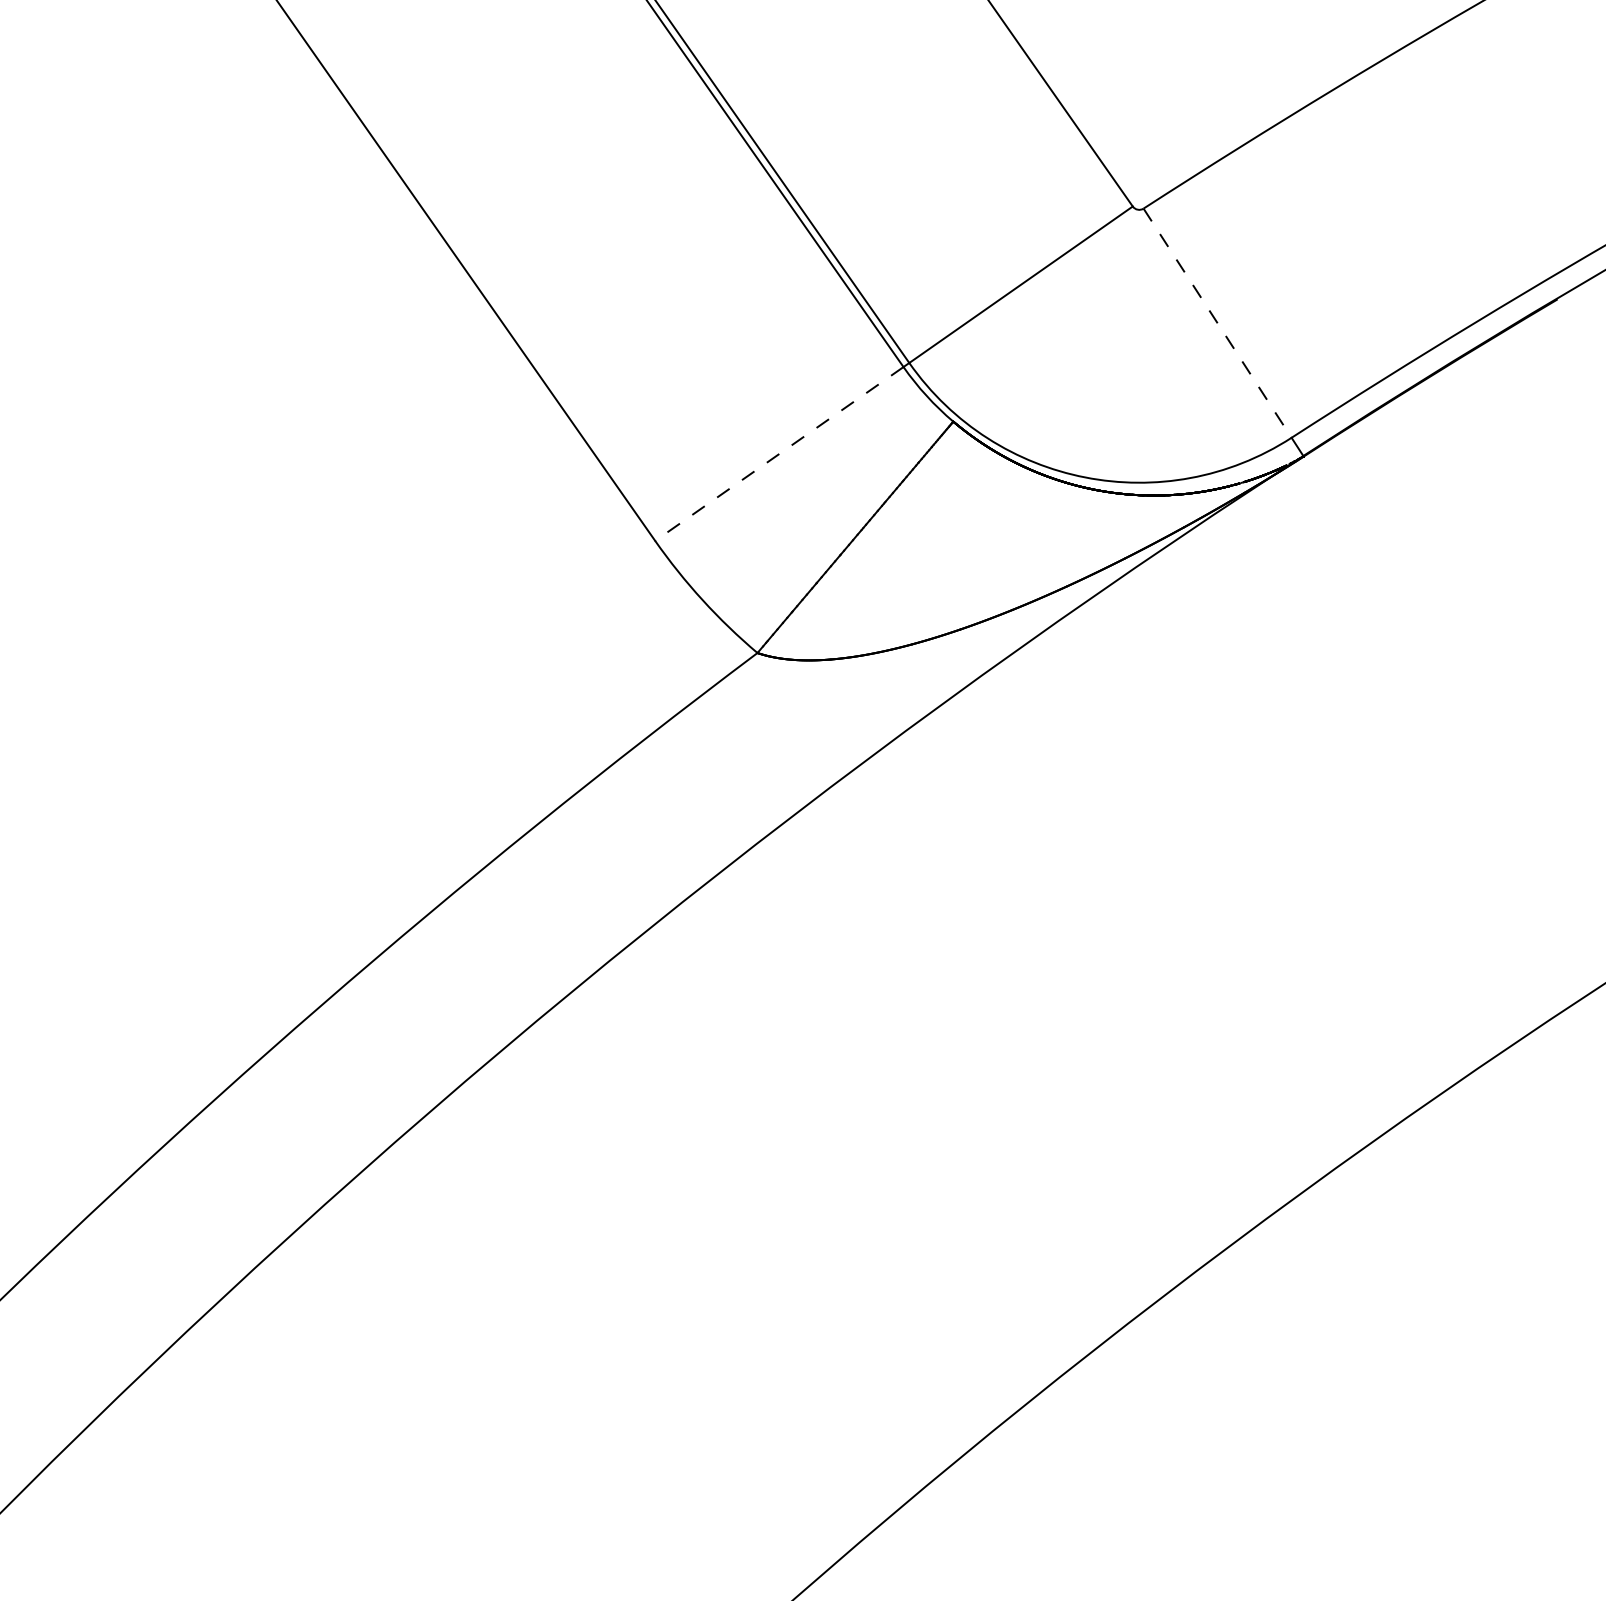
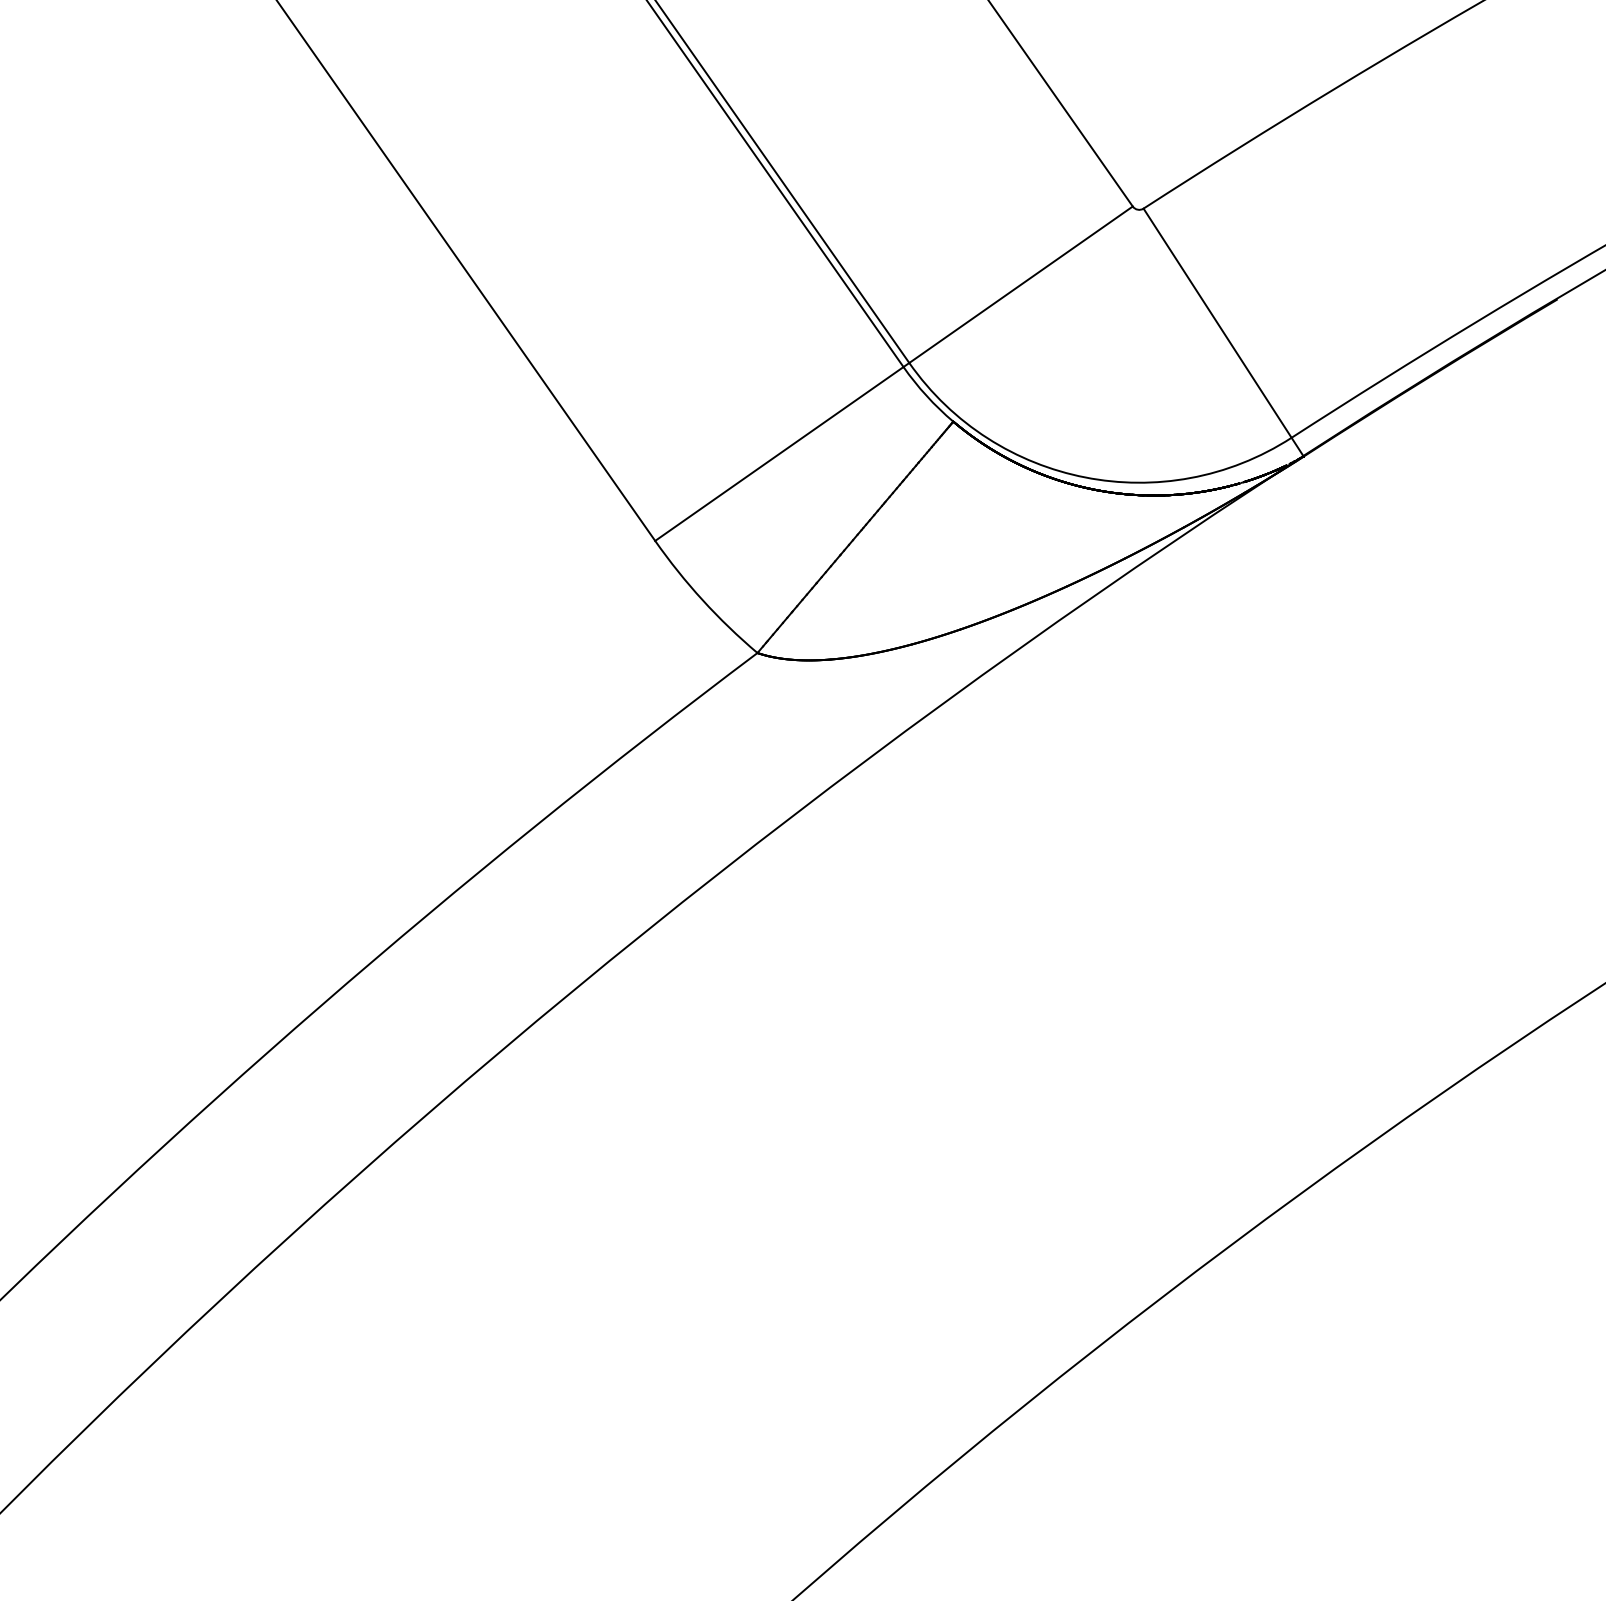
line at (1217, 323): dashed -> solid
line at (779, 453): dashed -> solid
